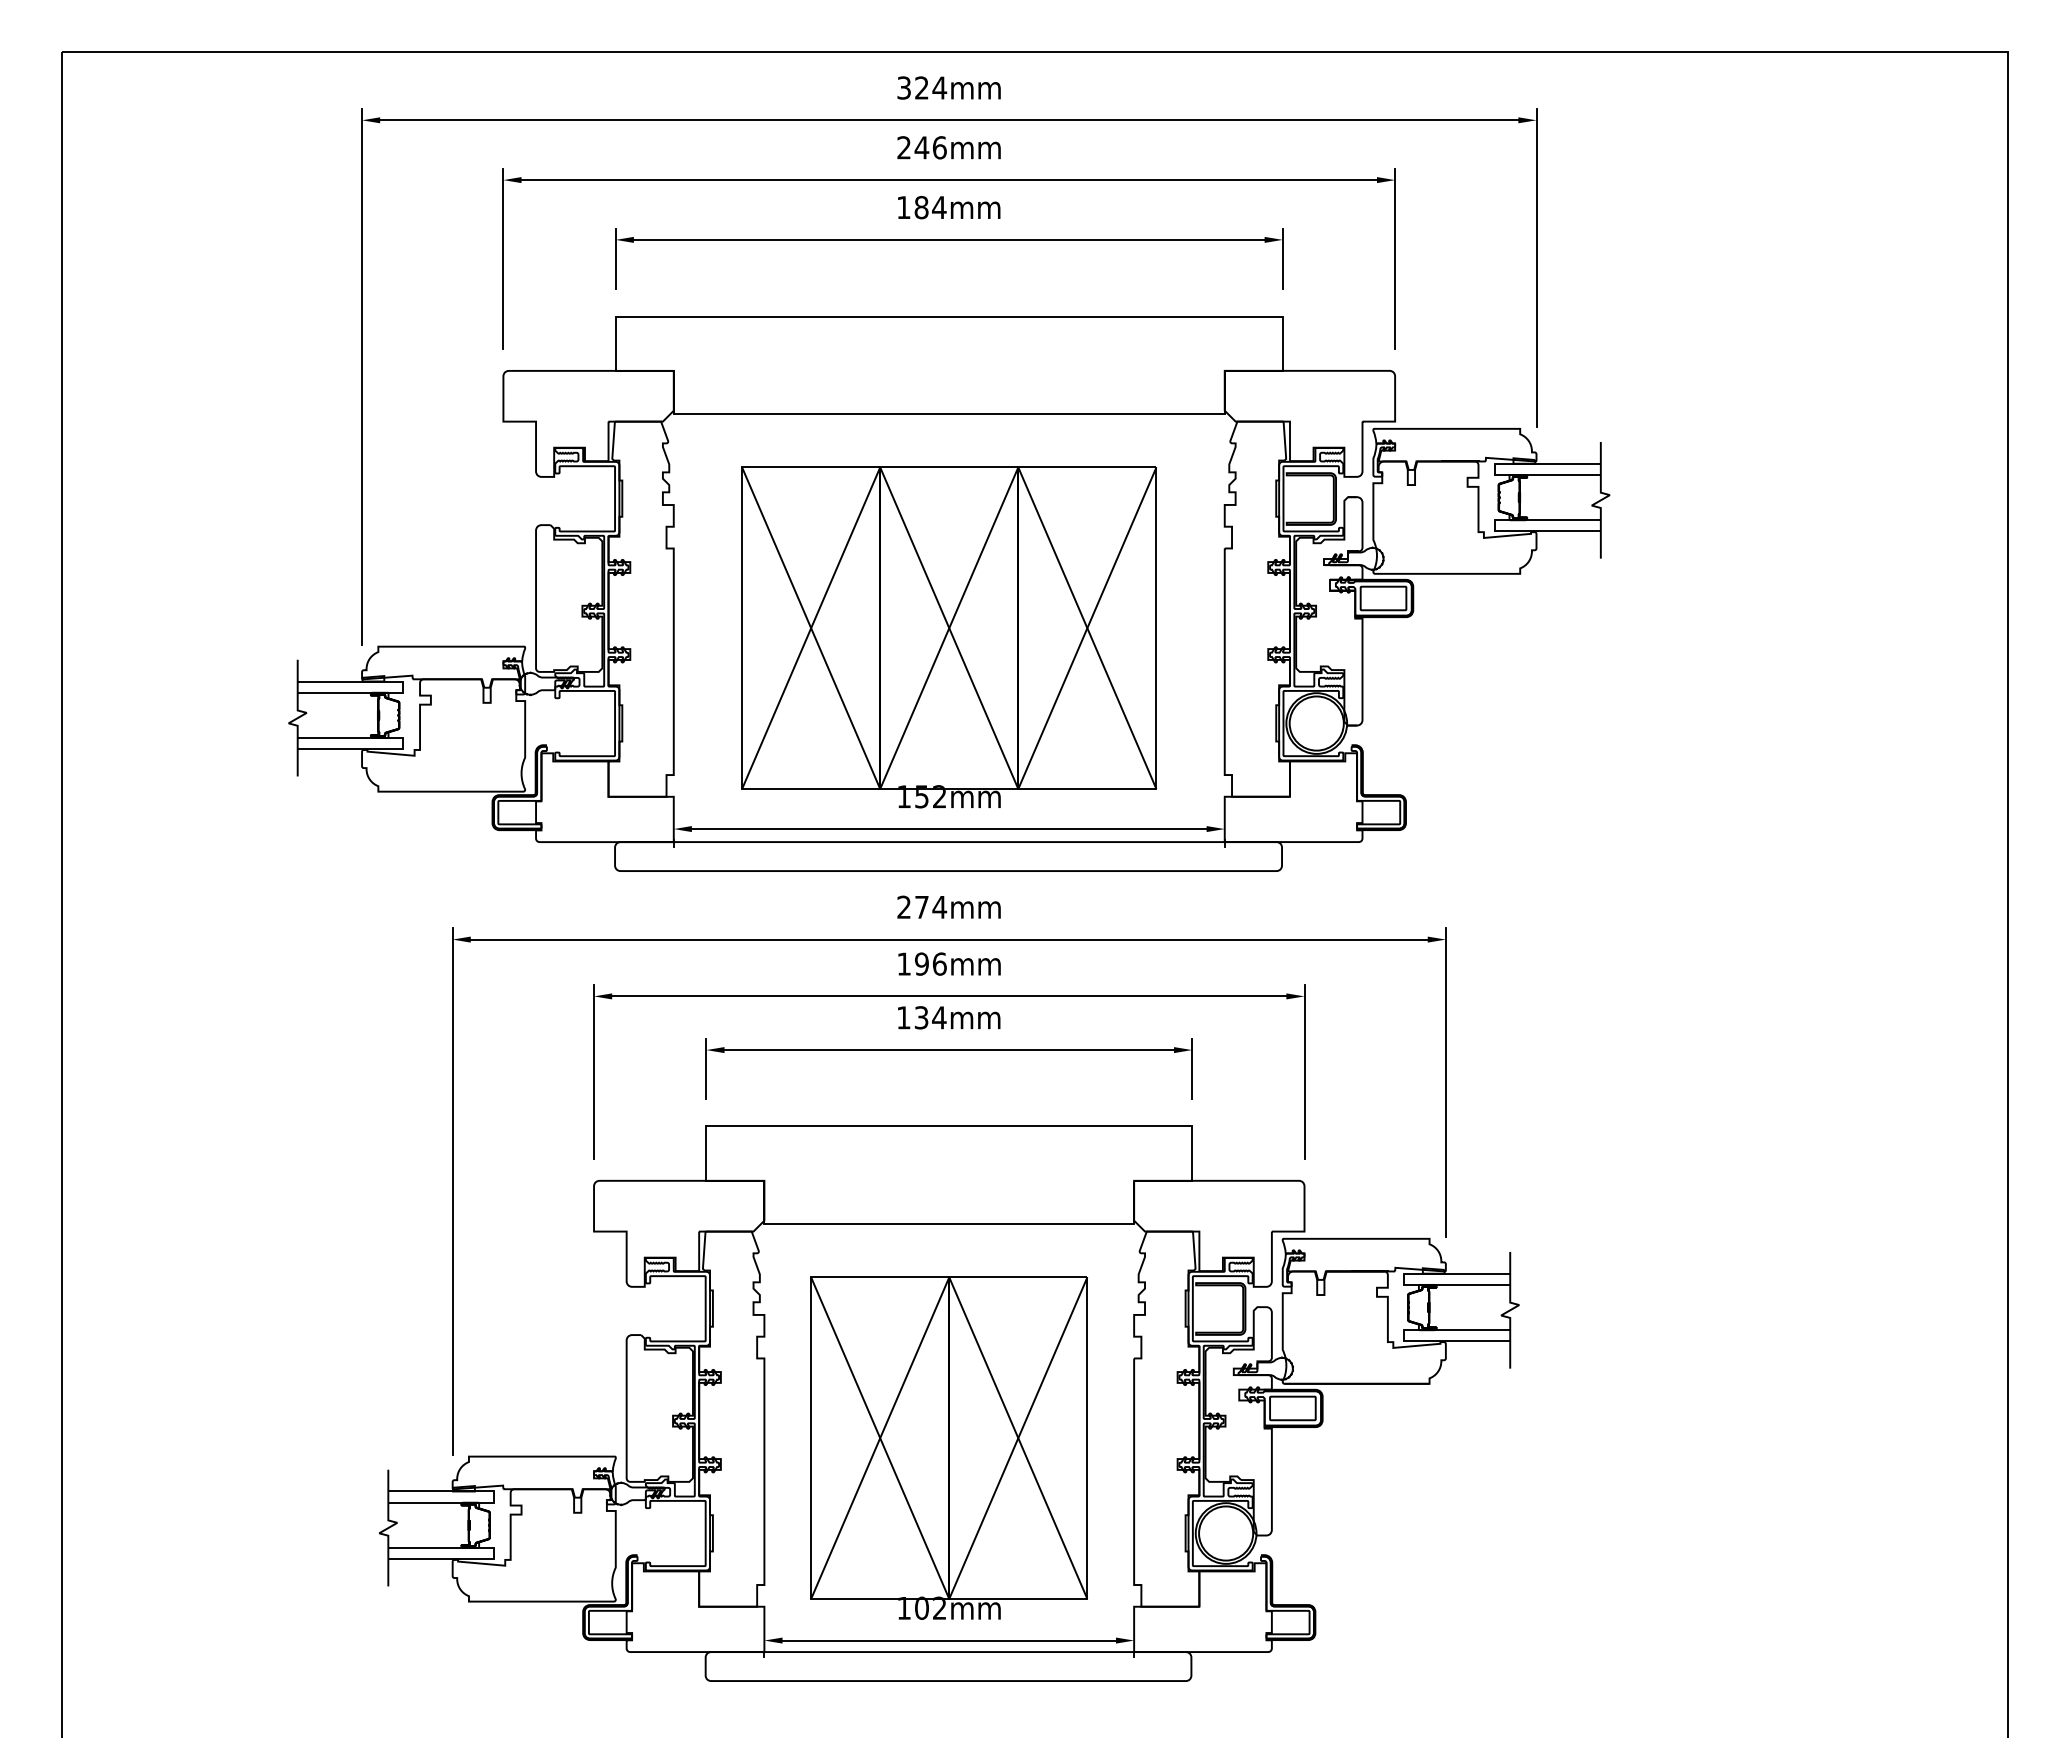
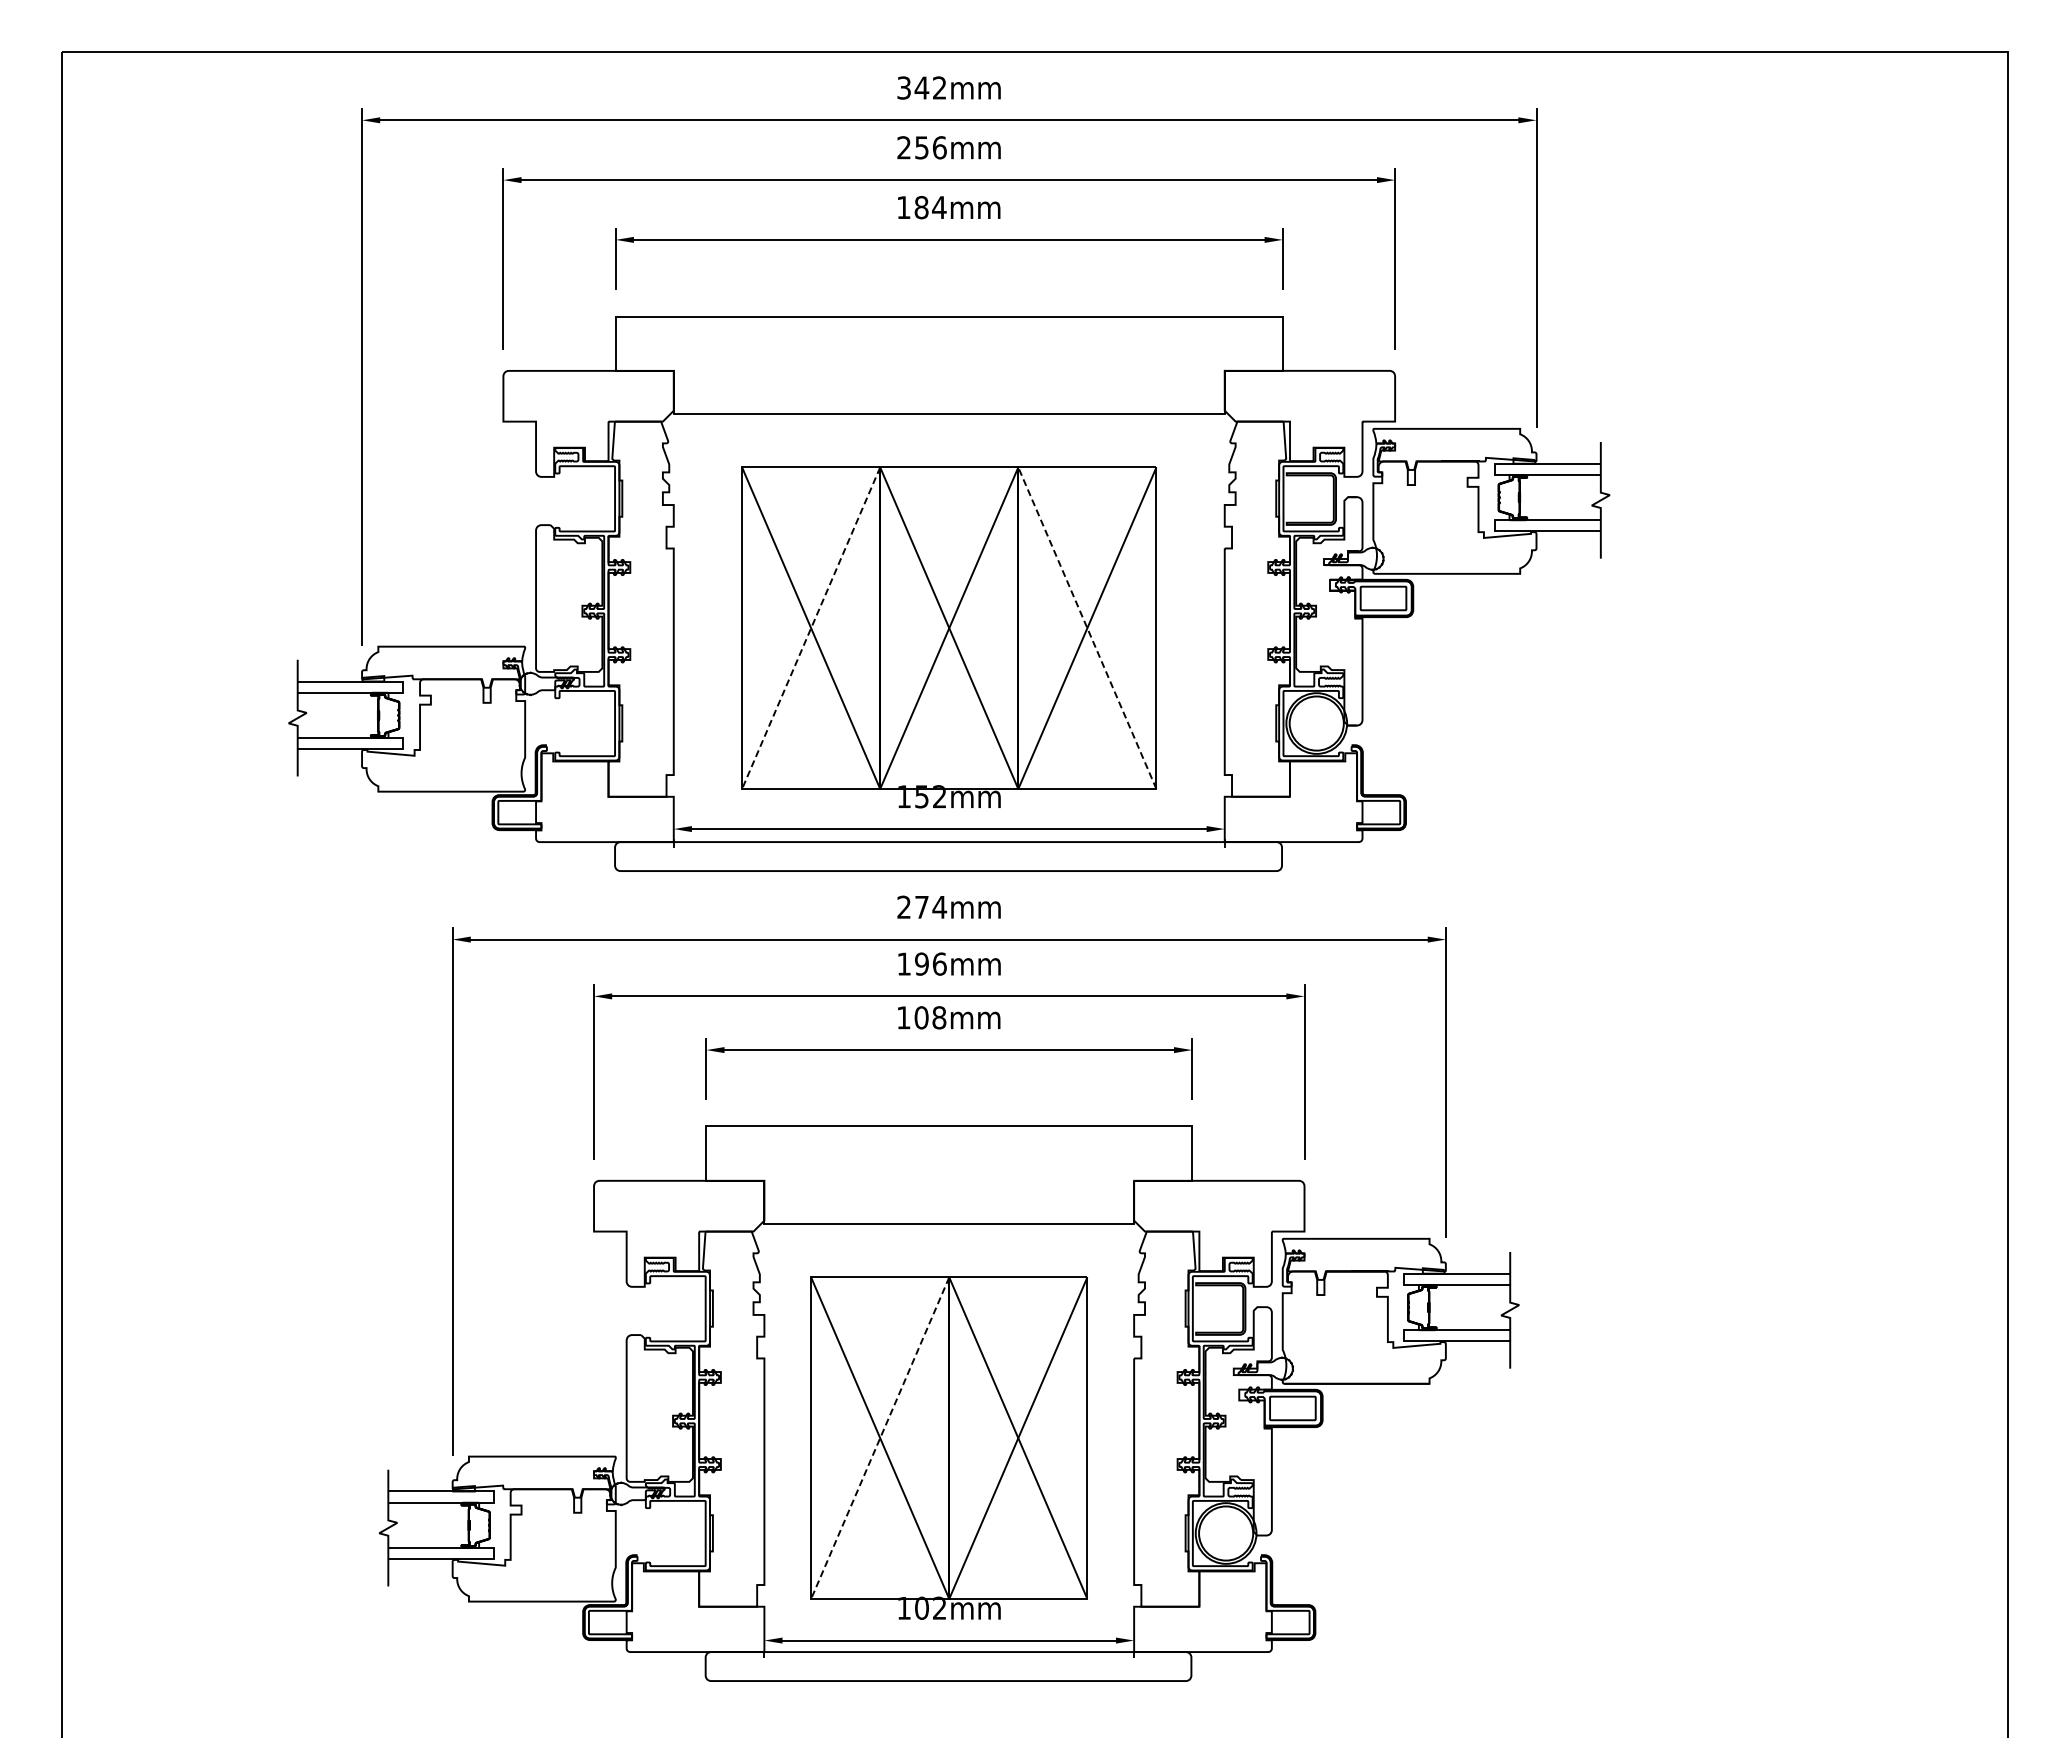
text at (930, 87): 324mm -> 342mm
text at (921, 147): 246mm -> 256mm
line at (1087, 627): solid -> dashed
line at (810, 628): solid -> dashed
text at (930, 1017): 134mm -> 108mm
line at (880, 1438): solid -> dashed
